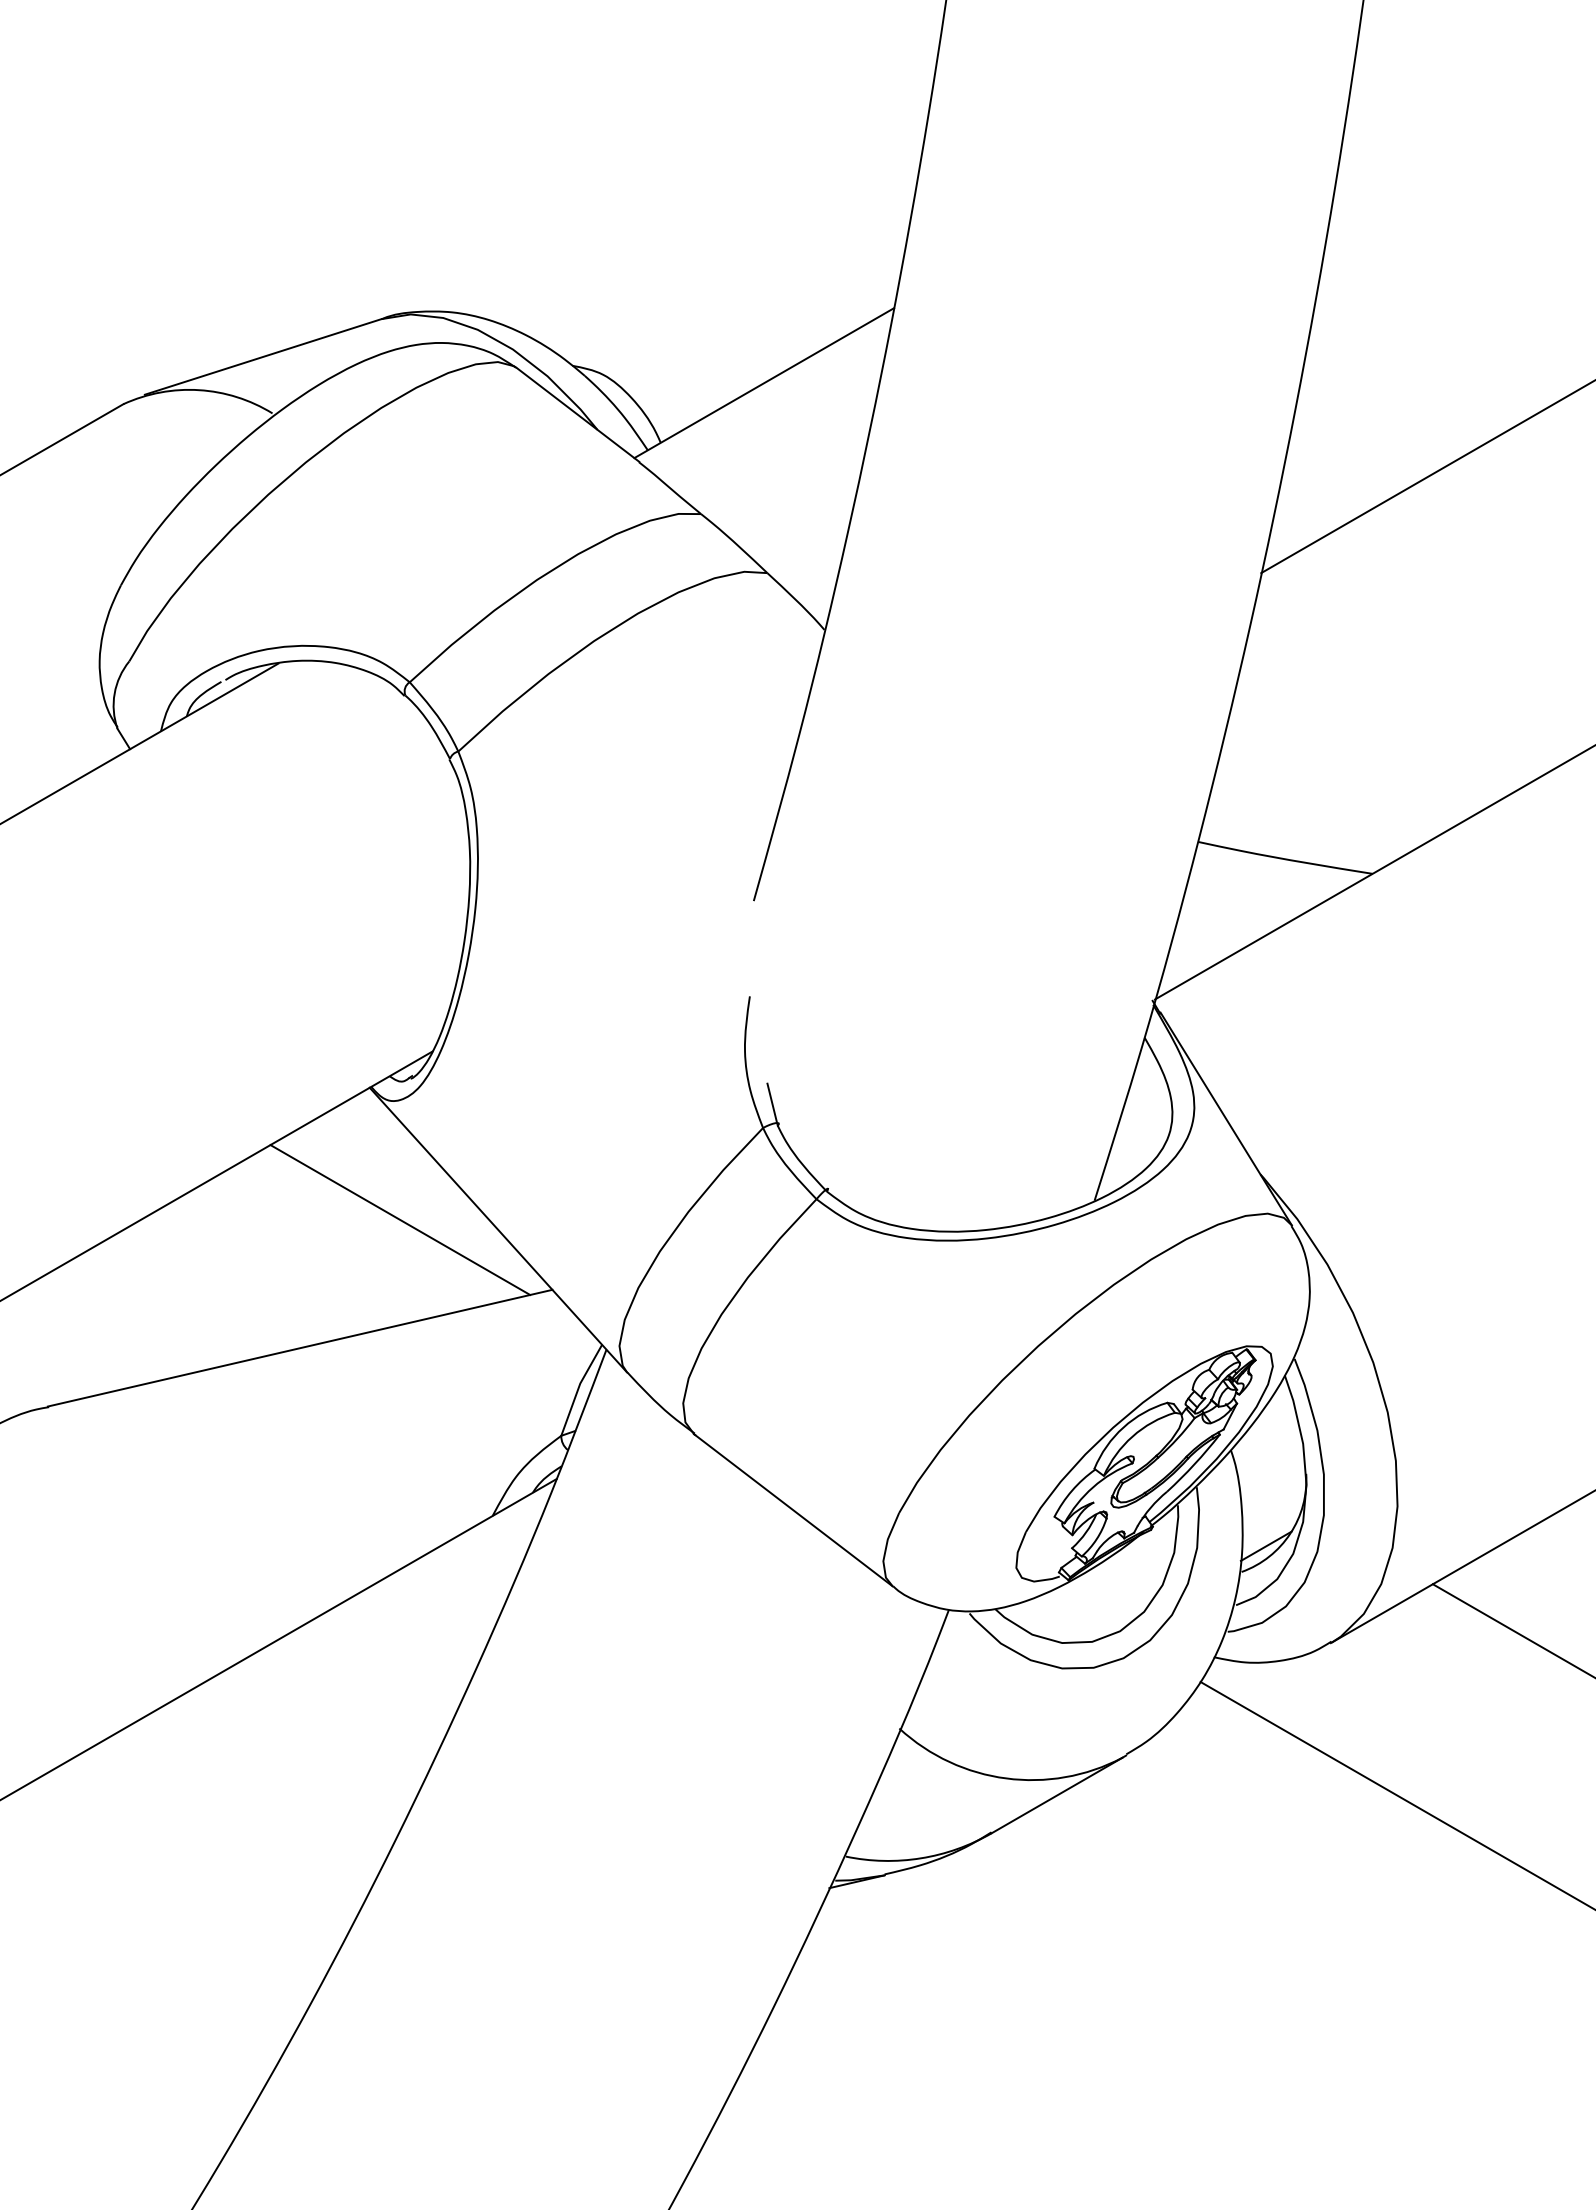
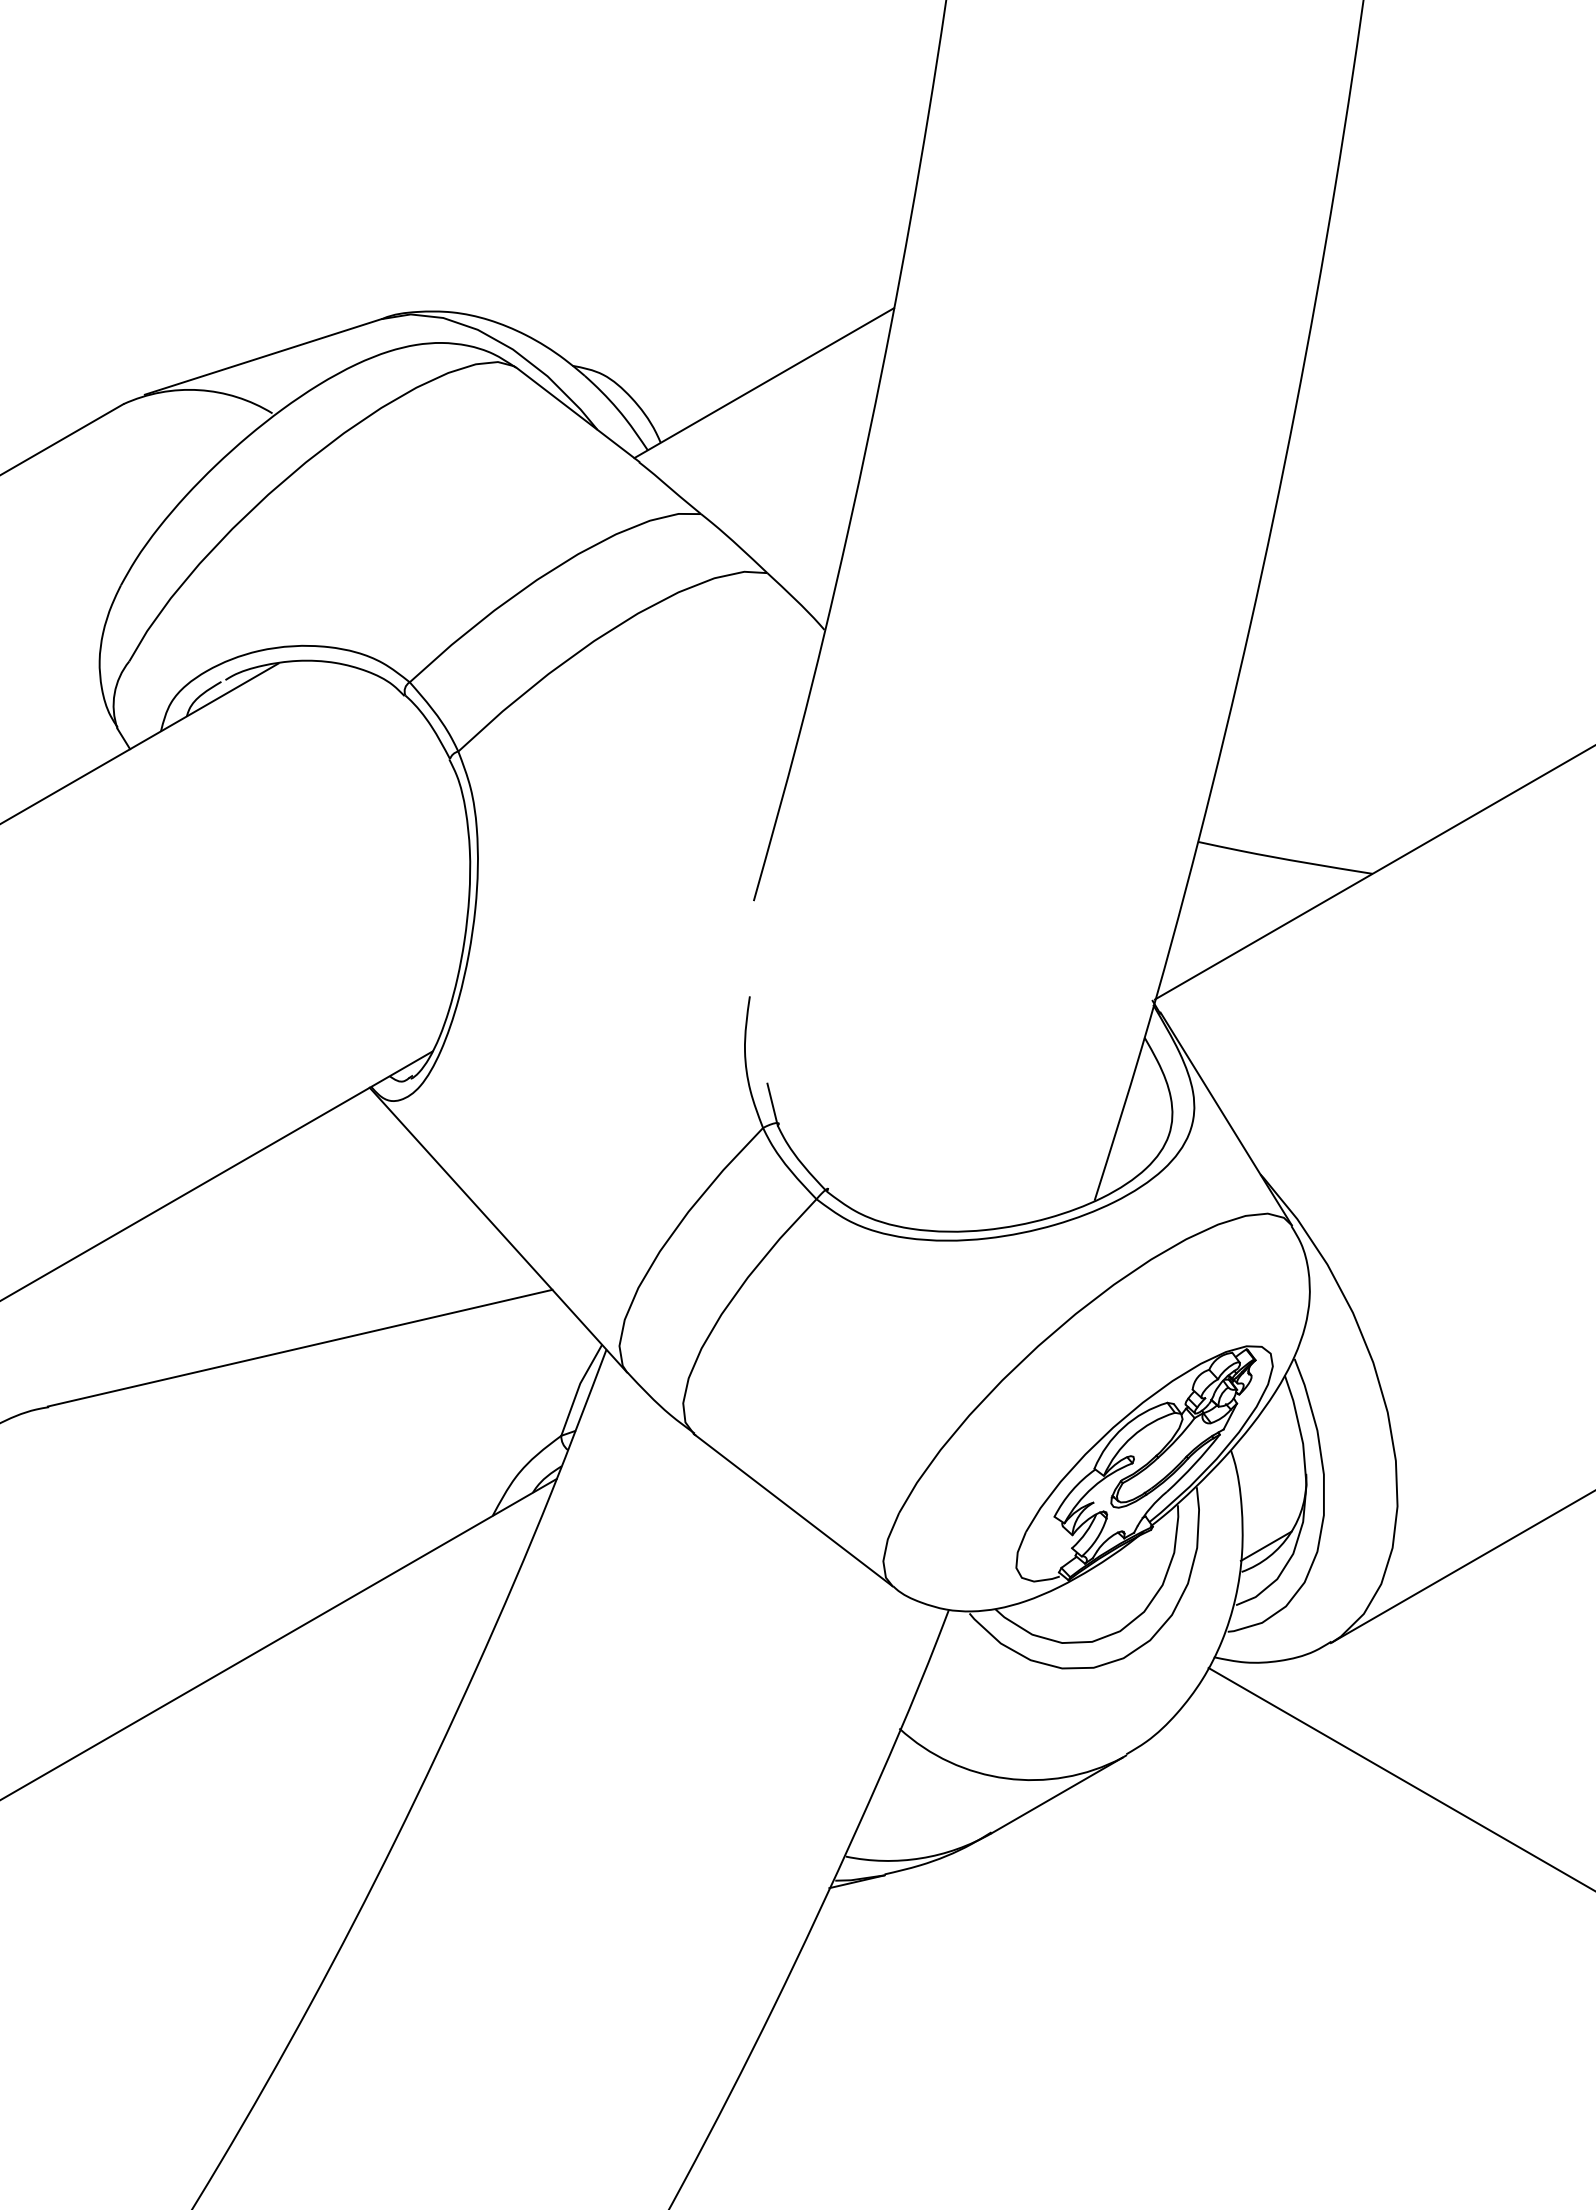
line at (1426, 477): present -> none
line at (400, 1219): present -> none
line at (1512, 1630): present -> none
line at (1396, 1794) position: (1396, 1794) -> (1400, 1778)
